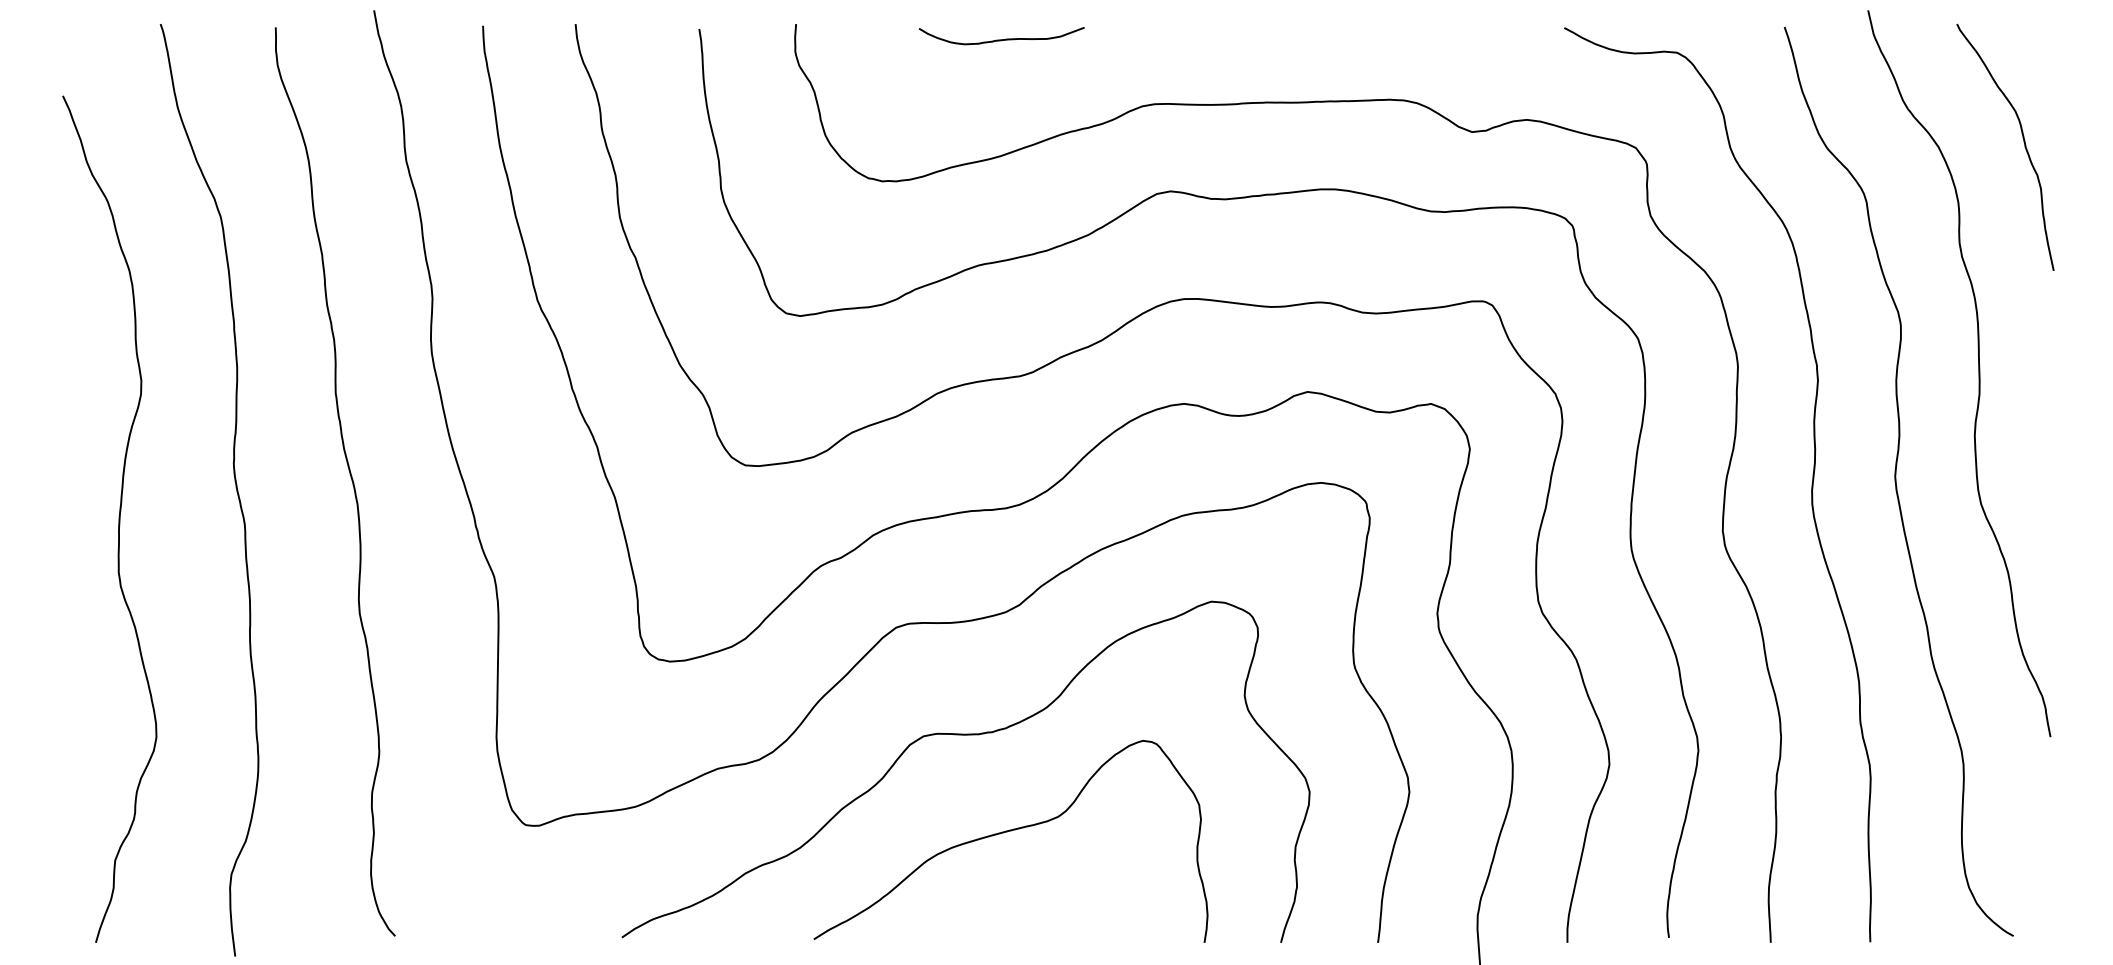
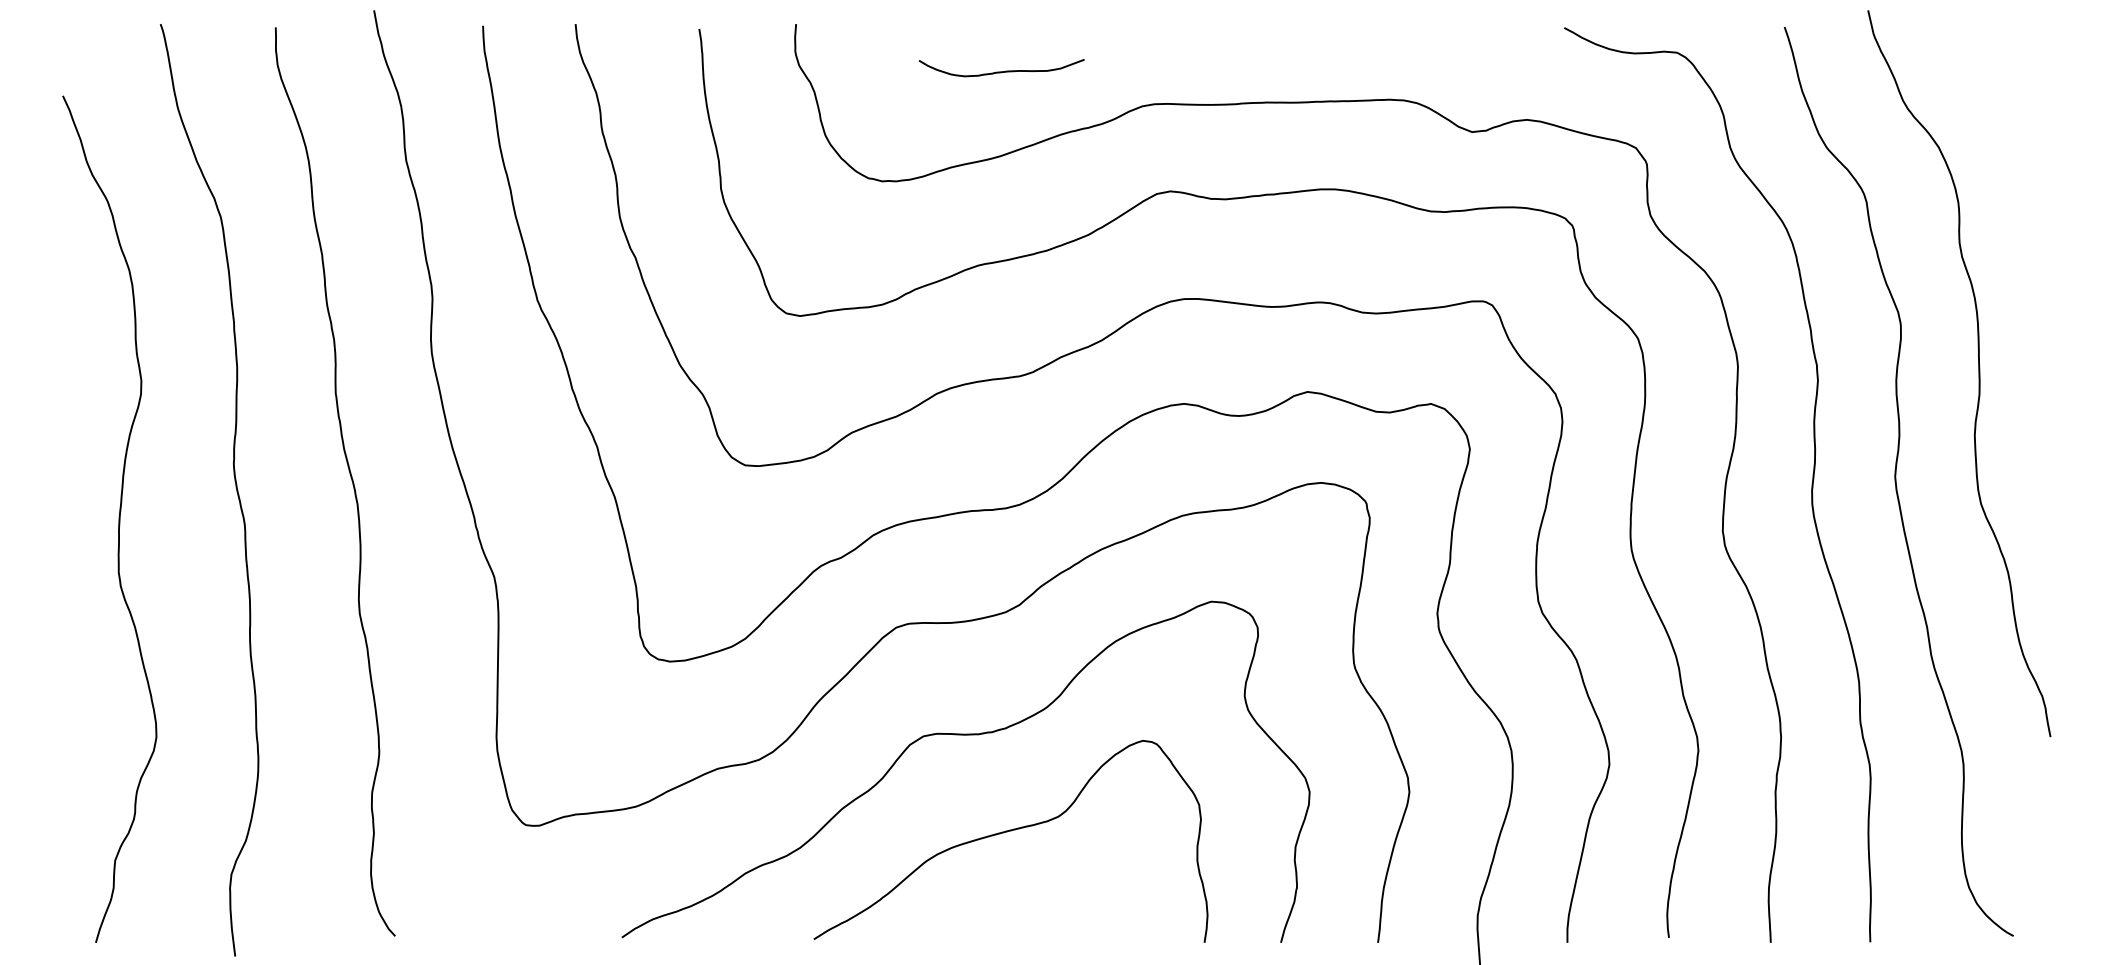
curve at (1001, 39) position: (1001, 39) -> (1001, 71)
curve at (2023, 142): present -> none
